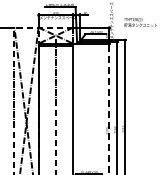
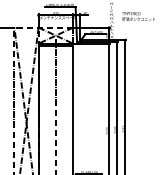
text at (140, 22) position: (140, 22) -> (138, 16)
line at (109, 110): dashed -> solid
